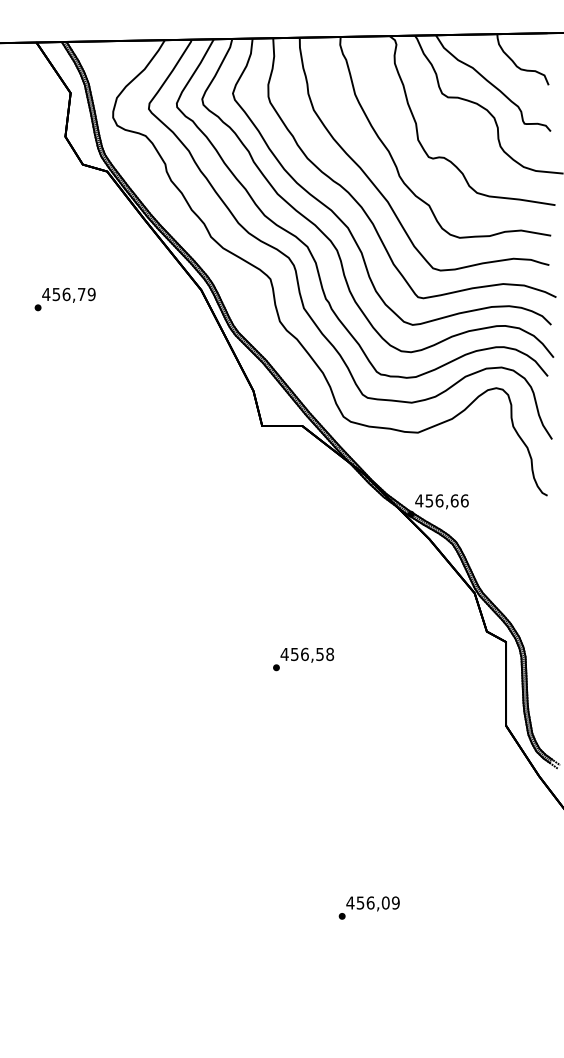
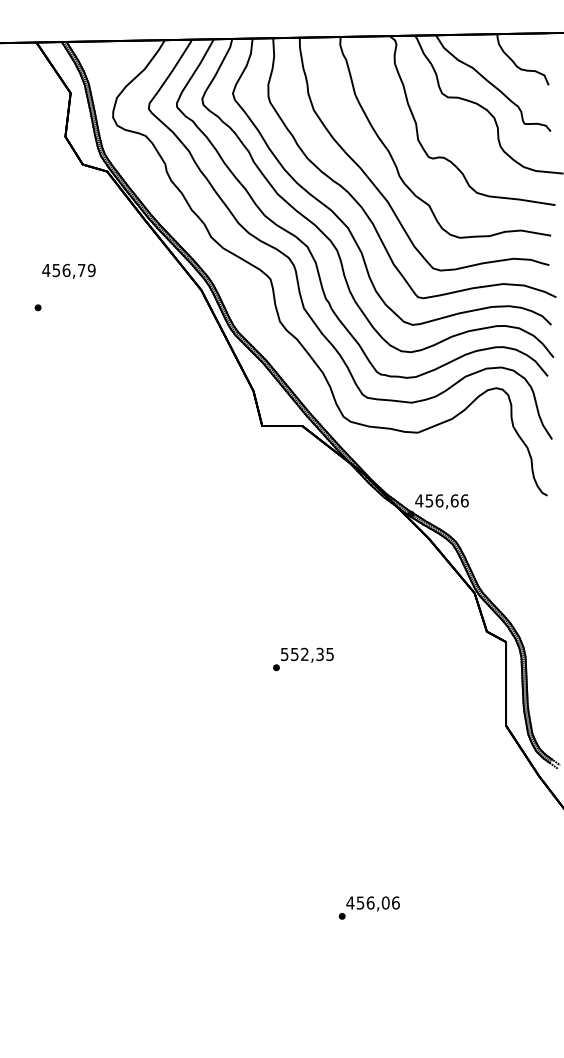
text at (68, 294) position: (68, 294) -> (68, 270)
text at (307, 654): 456,58 -> 552,35
text at (395, 902): 456,09 -> 456,06
